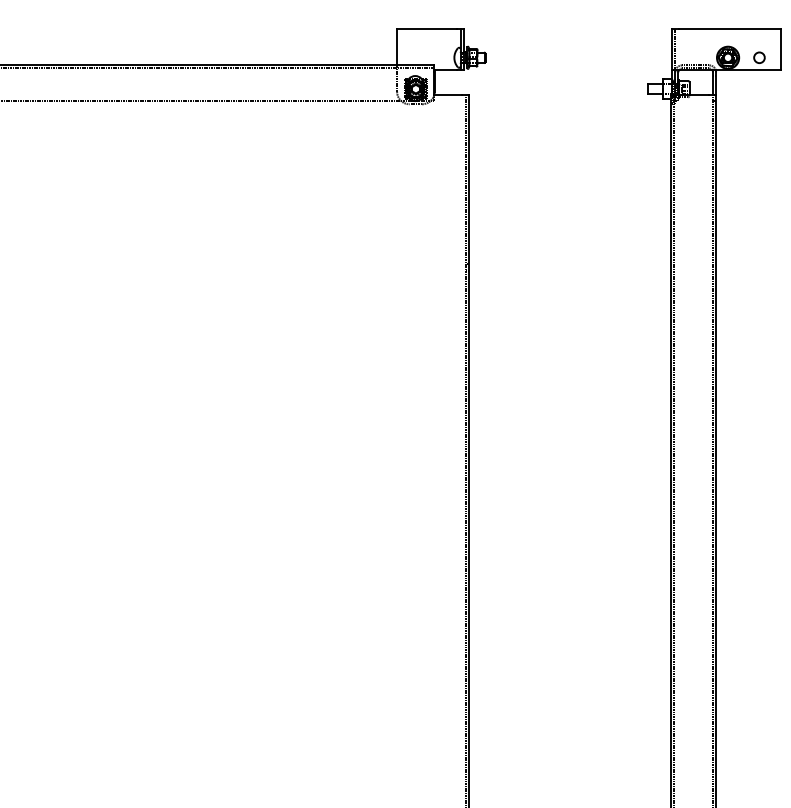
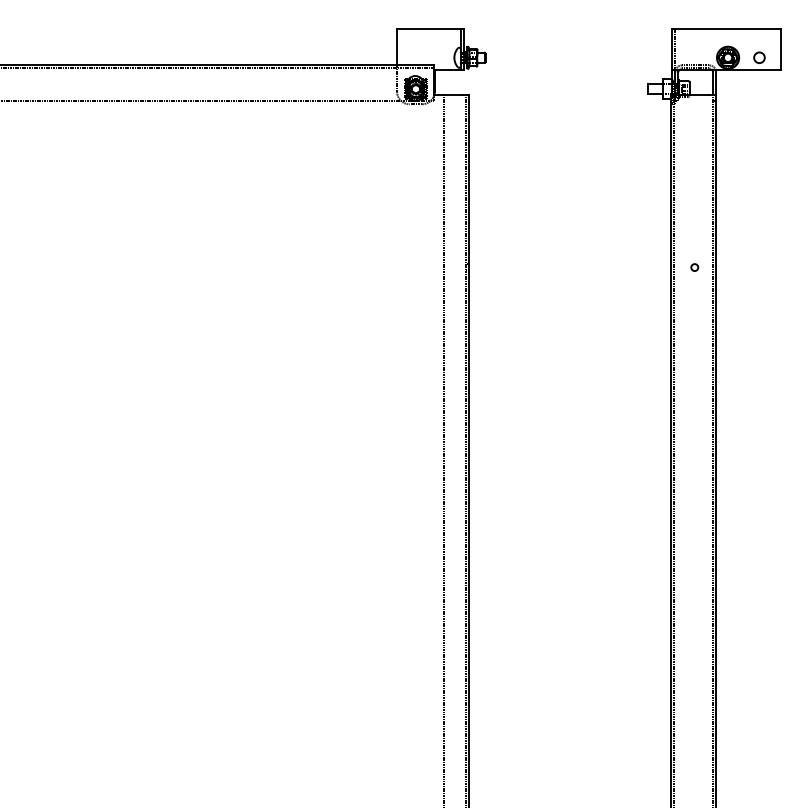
circle at (694, 267): none -> present
line at (443, 449): none -> present
